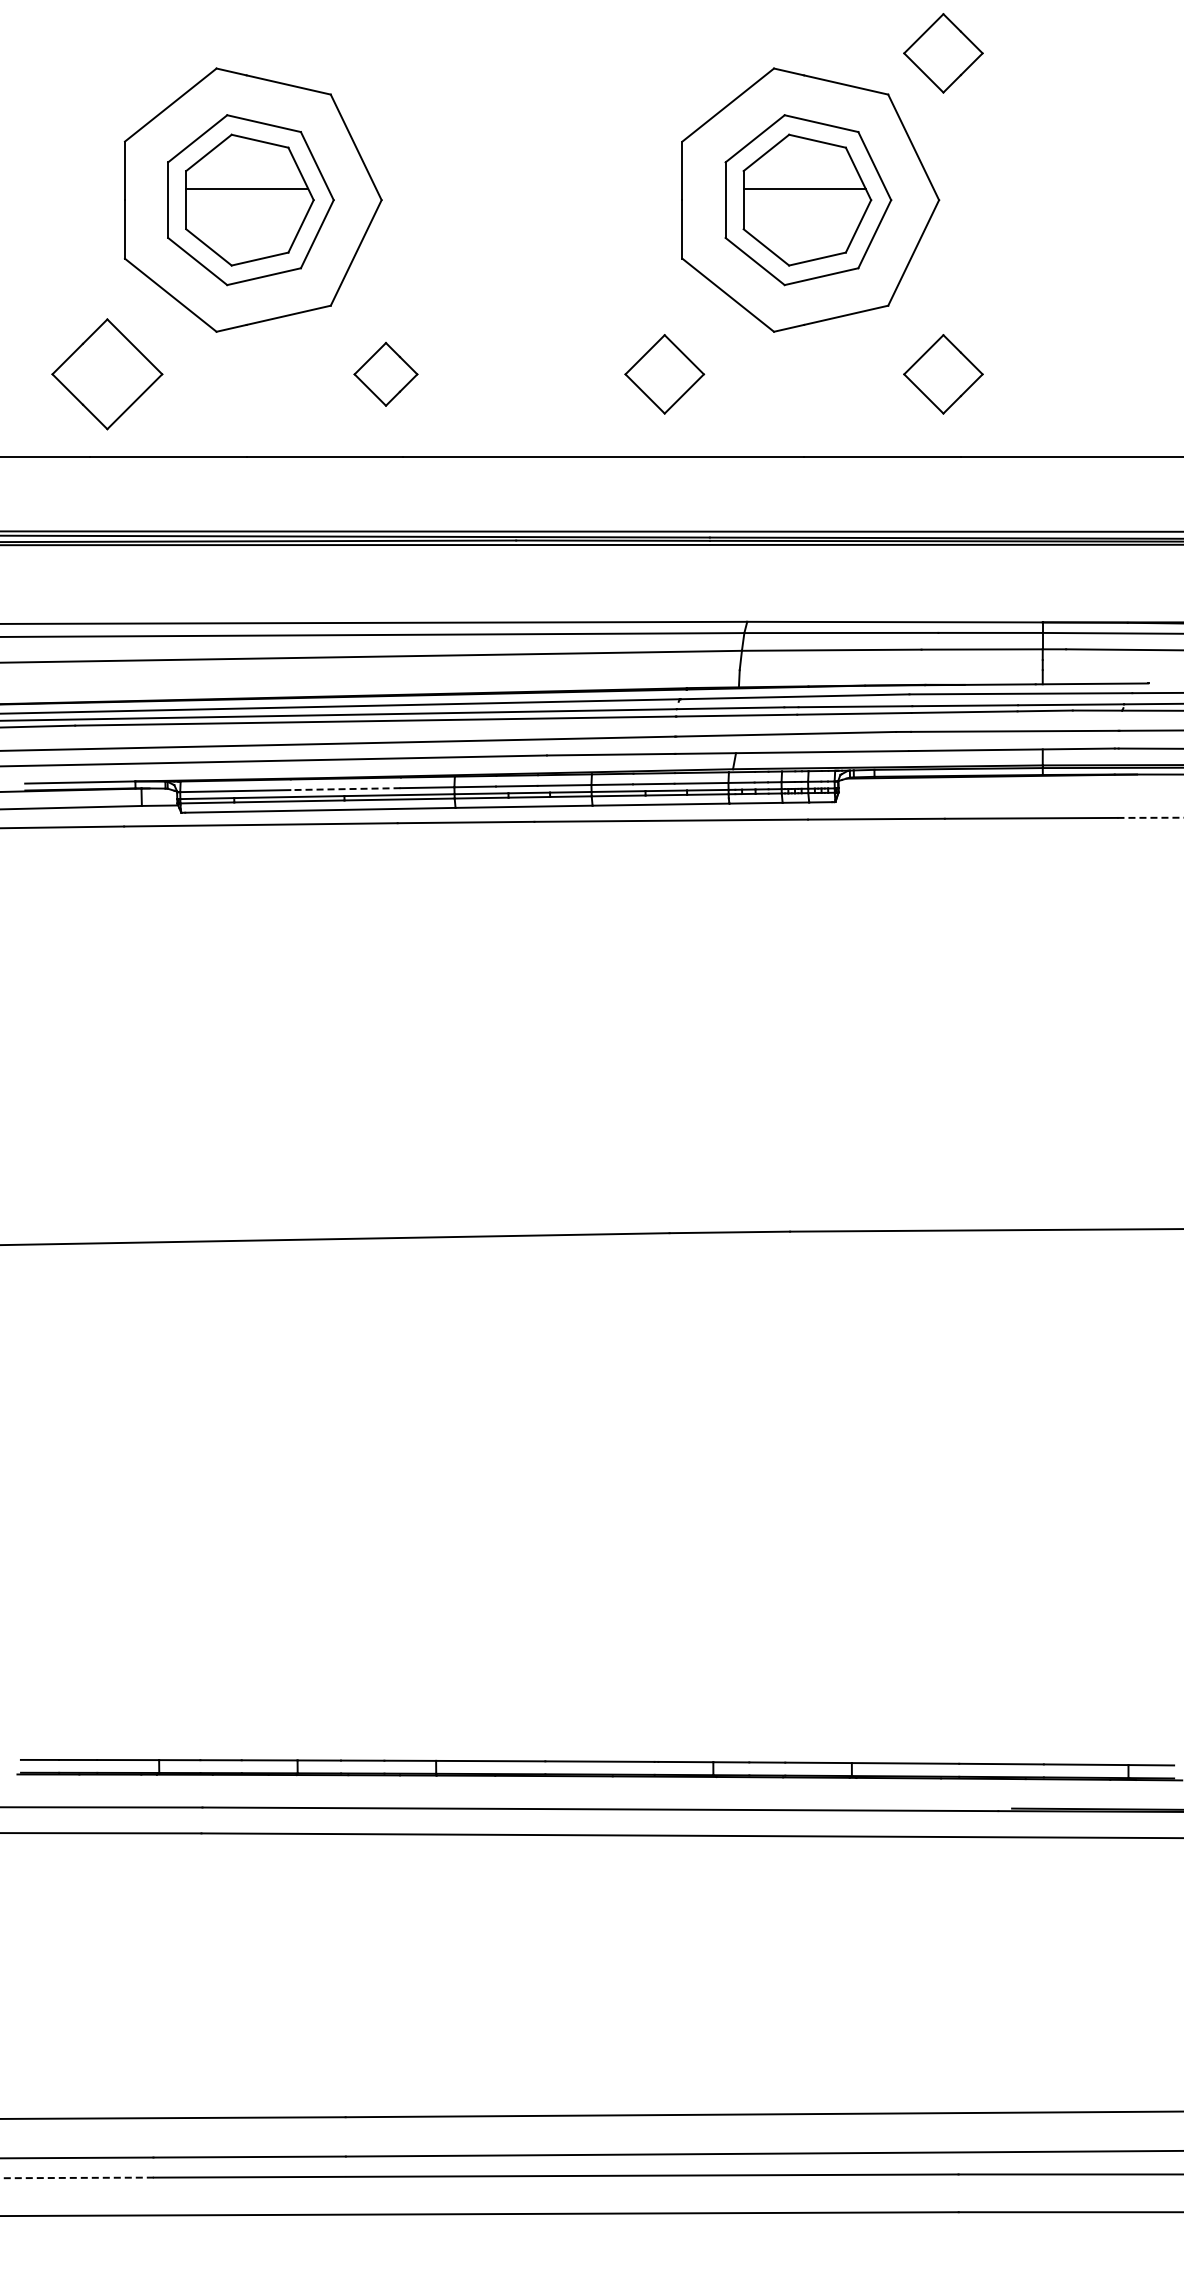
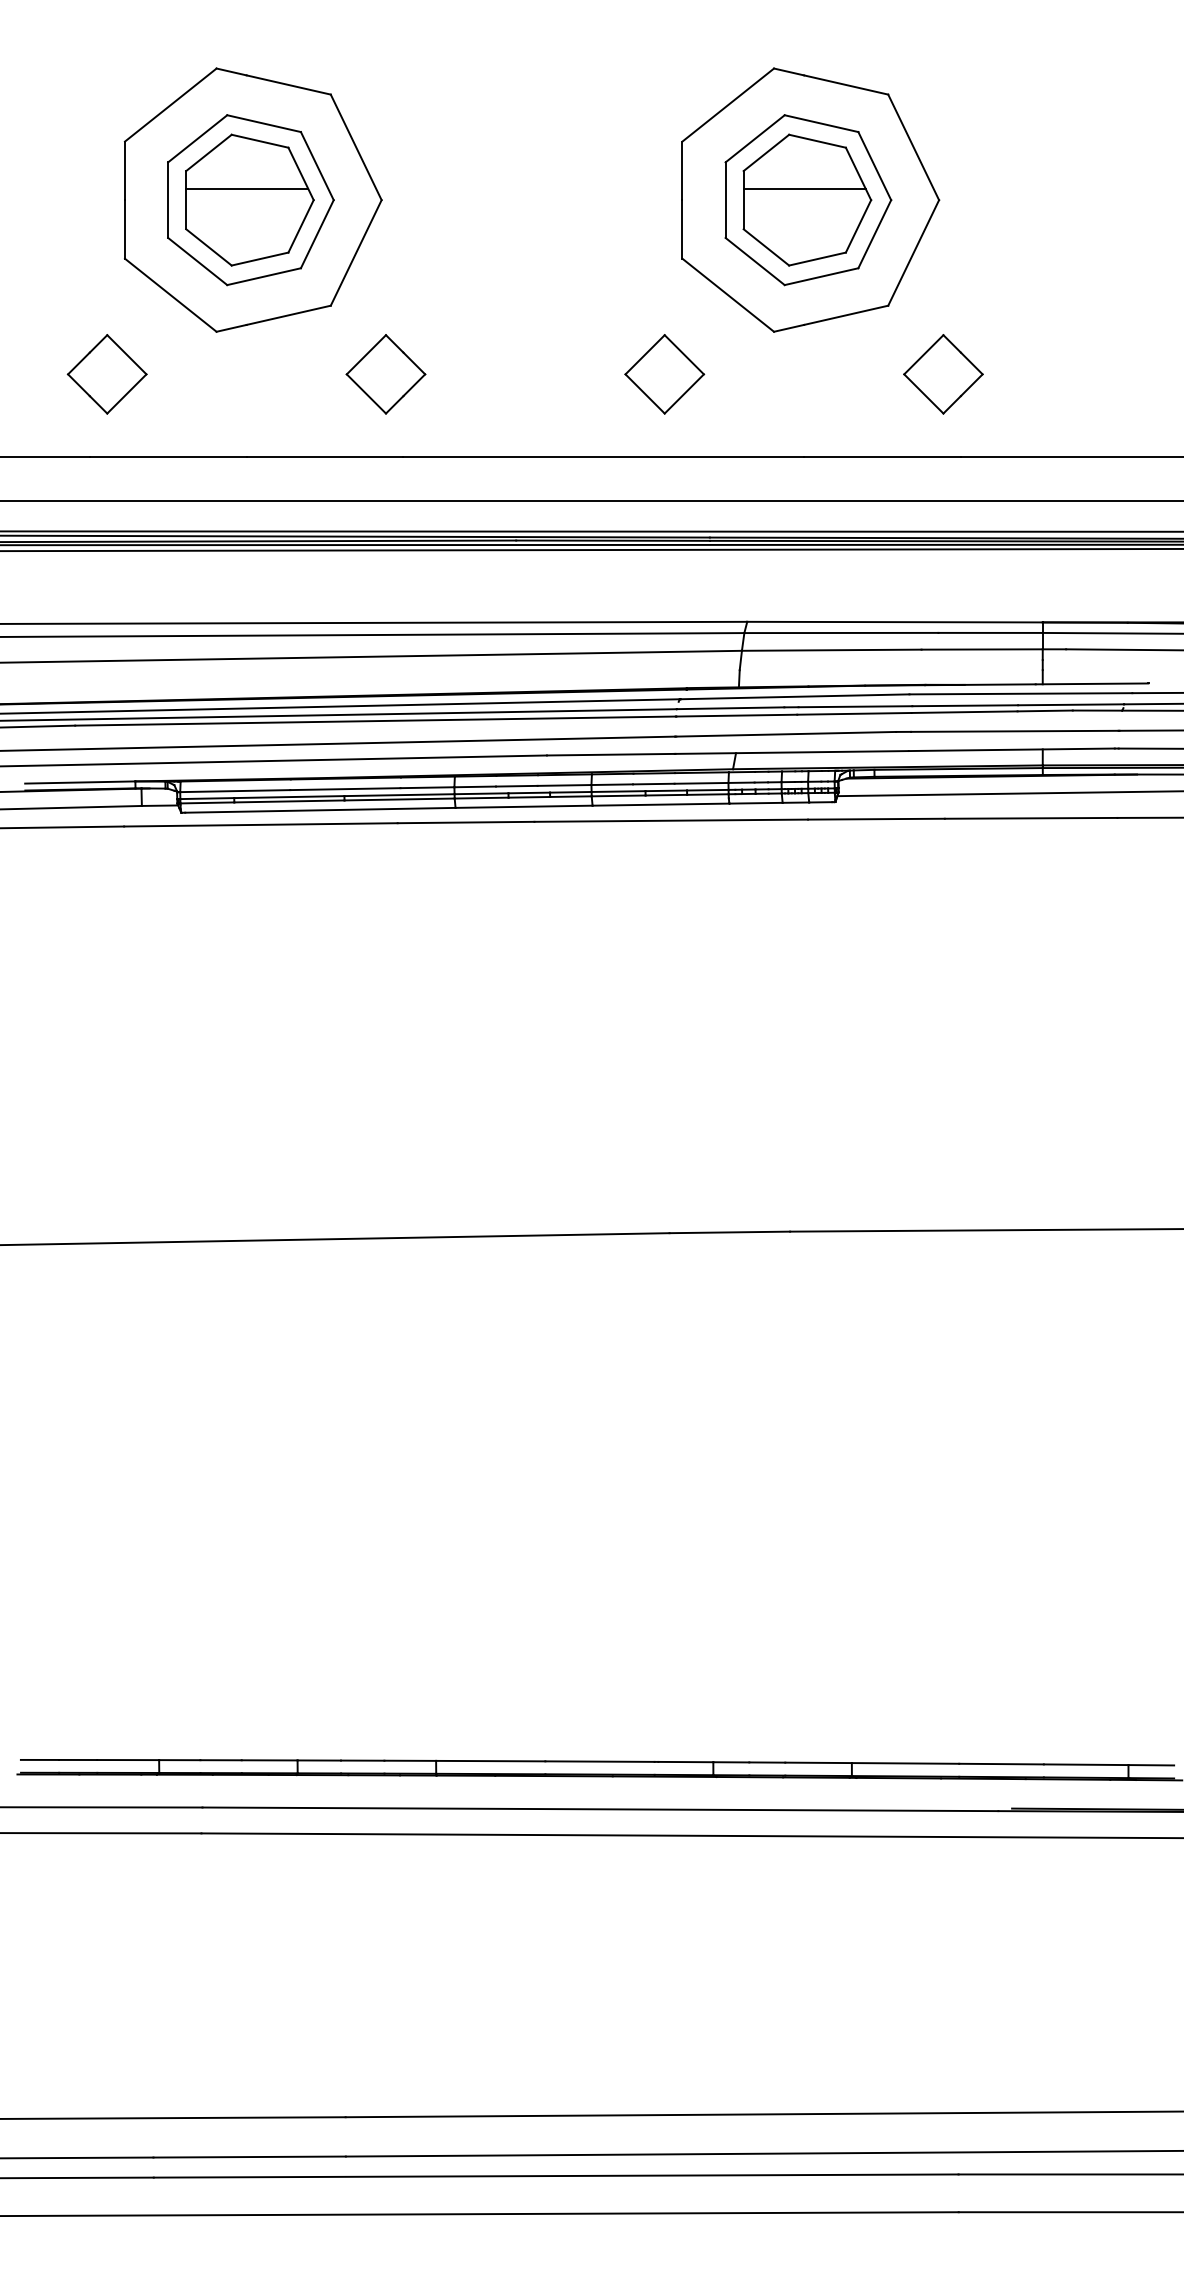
part at (943, 53): present -> none
part at (107, 374) size: 113x113 px -> 82x81 px
part at (385, 374) size: 66x65 px -> 82x81 px
line at (591, 500): none -> present
line at (591, 549): none -> present
line at (344, 789): dashed -> solid
line at (1008, 793): none -> present
line at (1150, 817): dashed -> solid
line at (76, 2177): dashed -> solid
